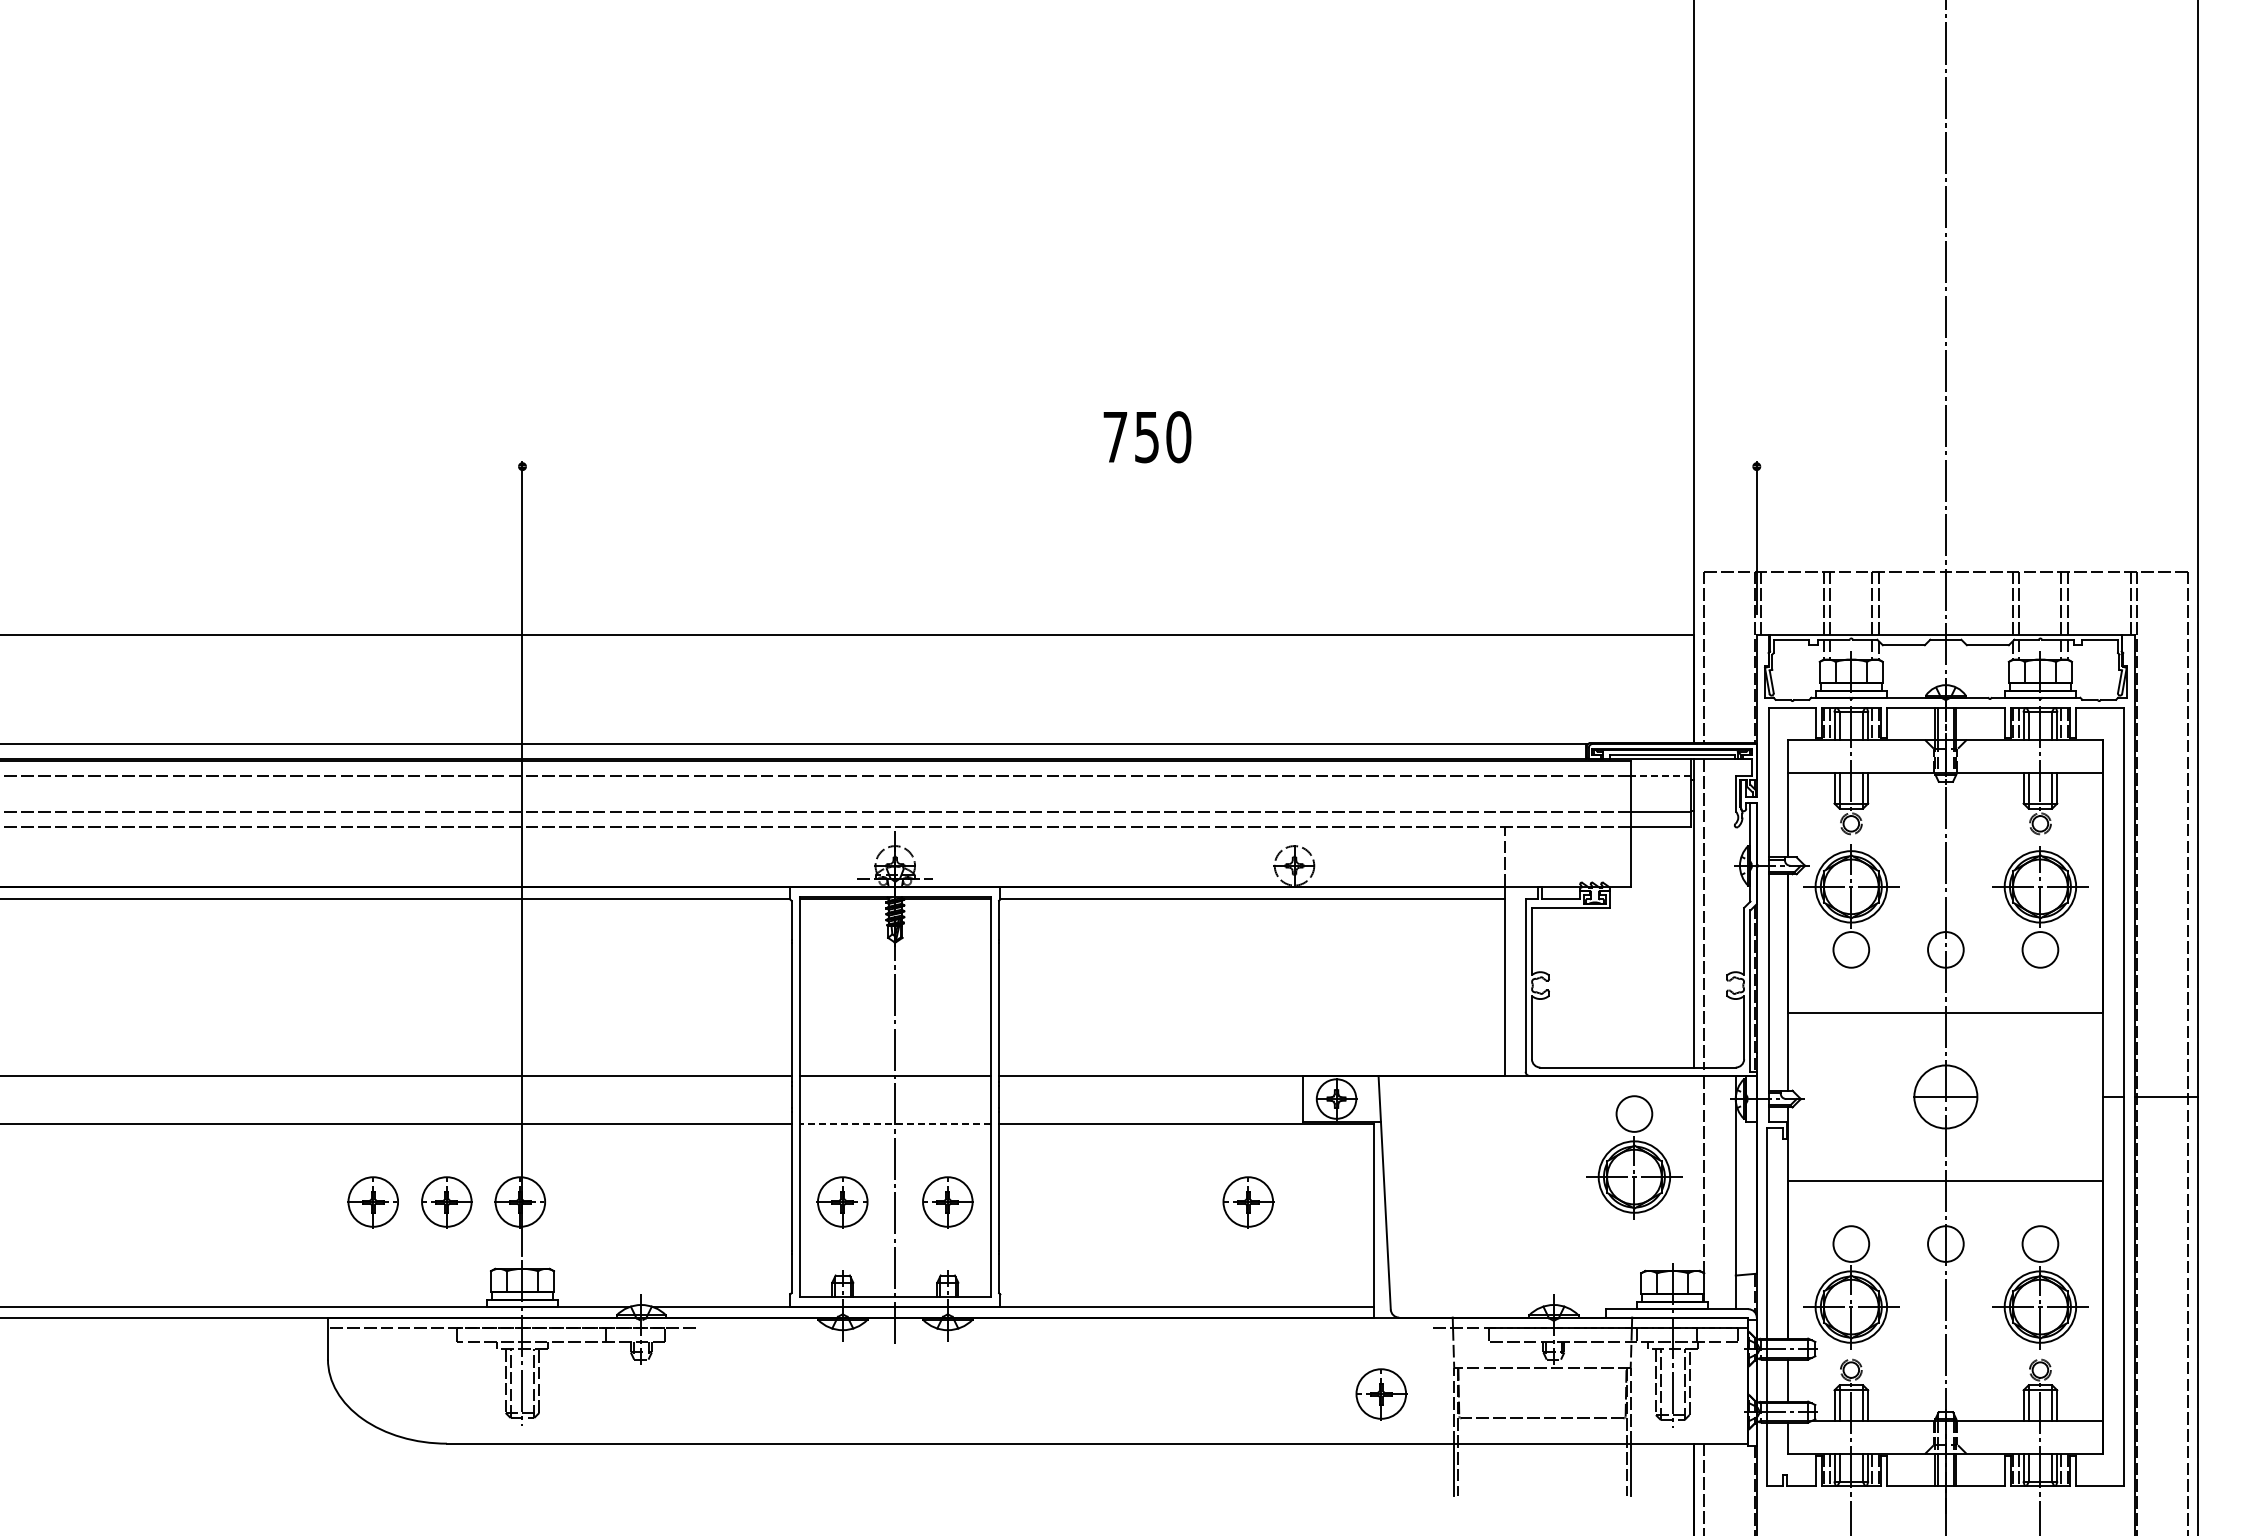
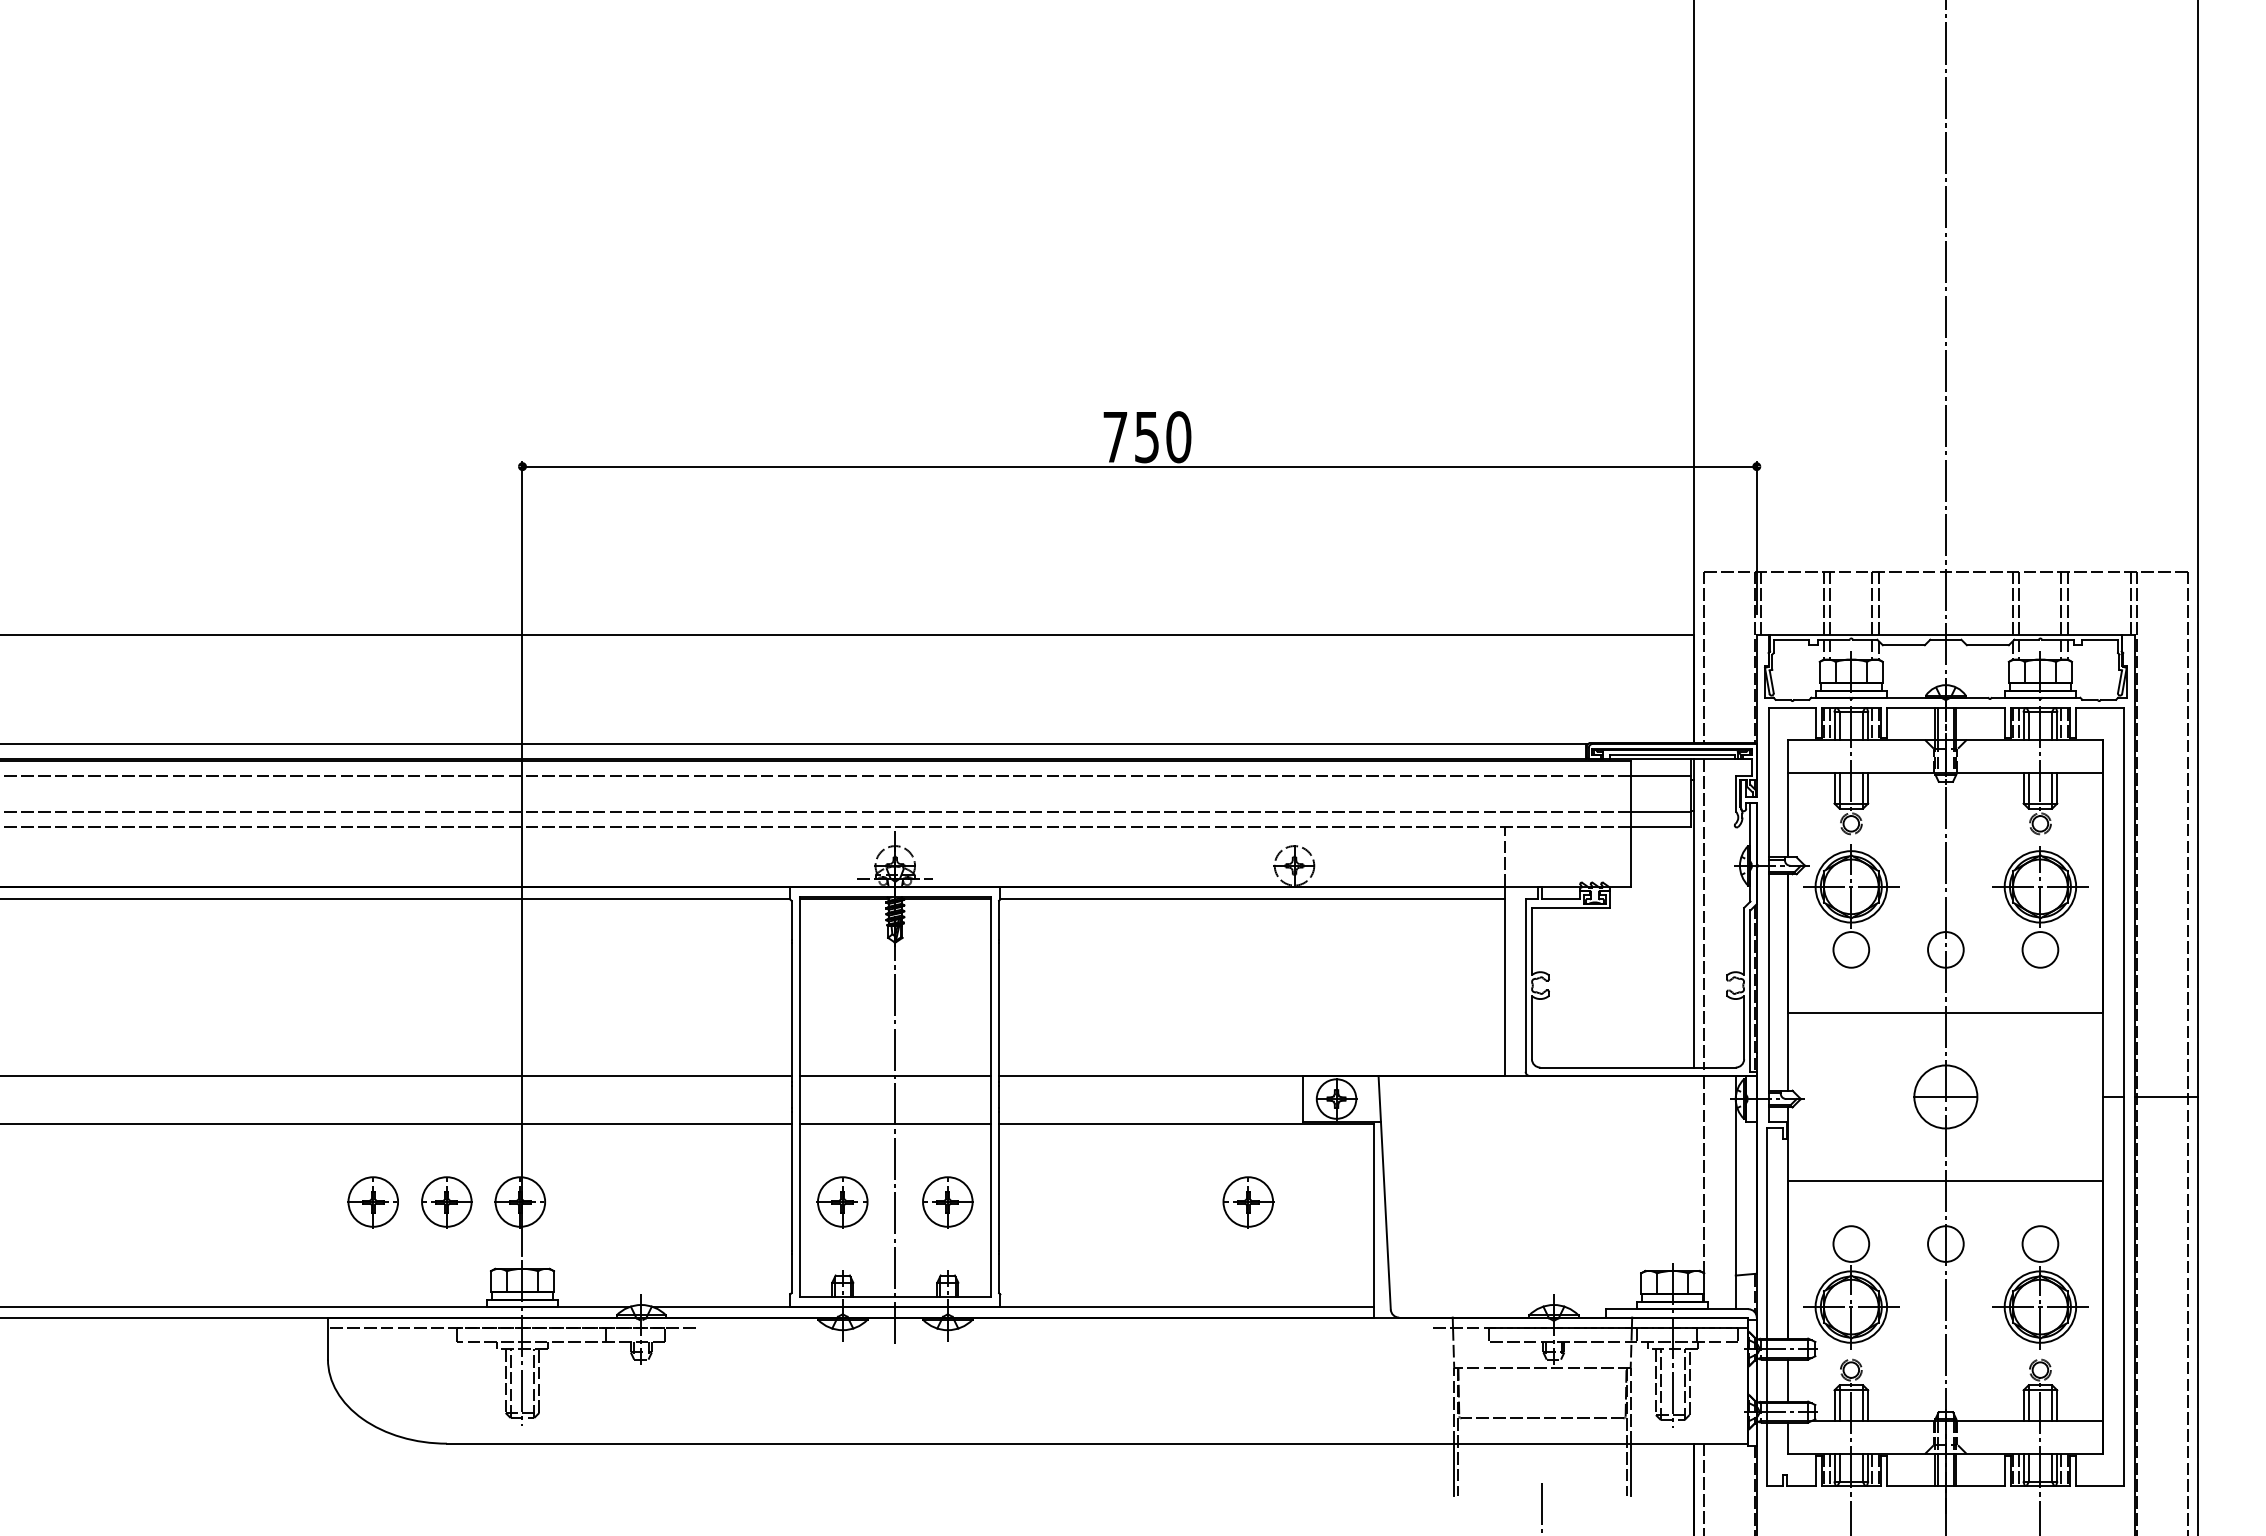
line at (1139, 466): none -> present
line at (1660, 775): dashed -> solid
line at (894, 1124): dashed -> solid
part at (1634, 1157): present -> none
part at (1381, 1394): present -> none
line at (1542, 1507): none -> present
